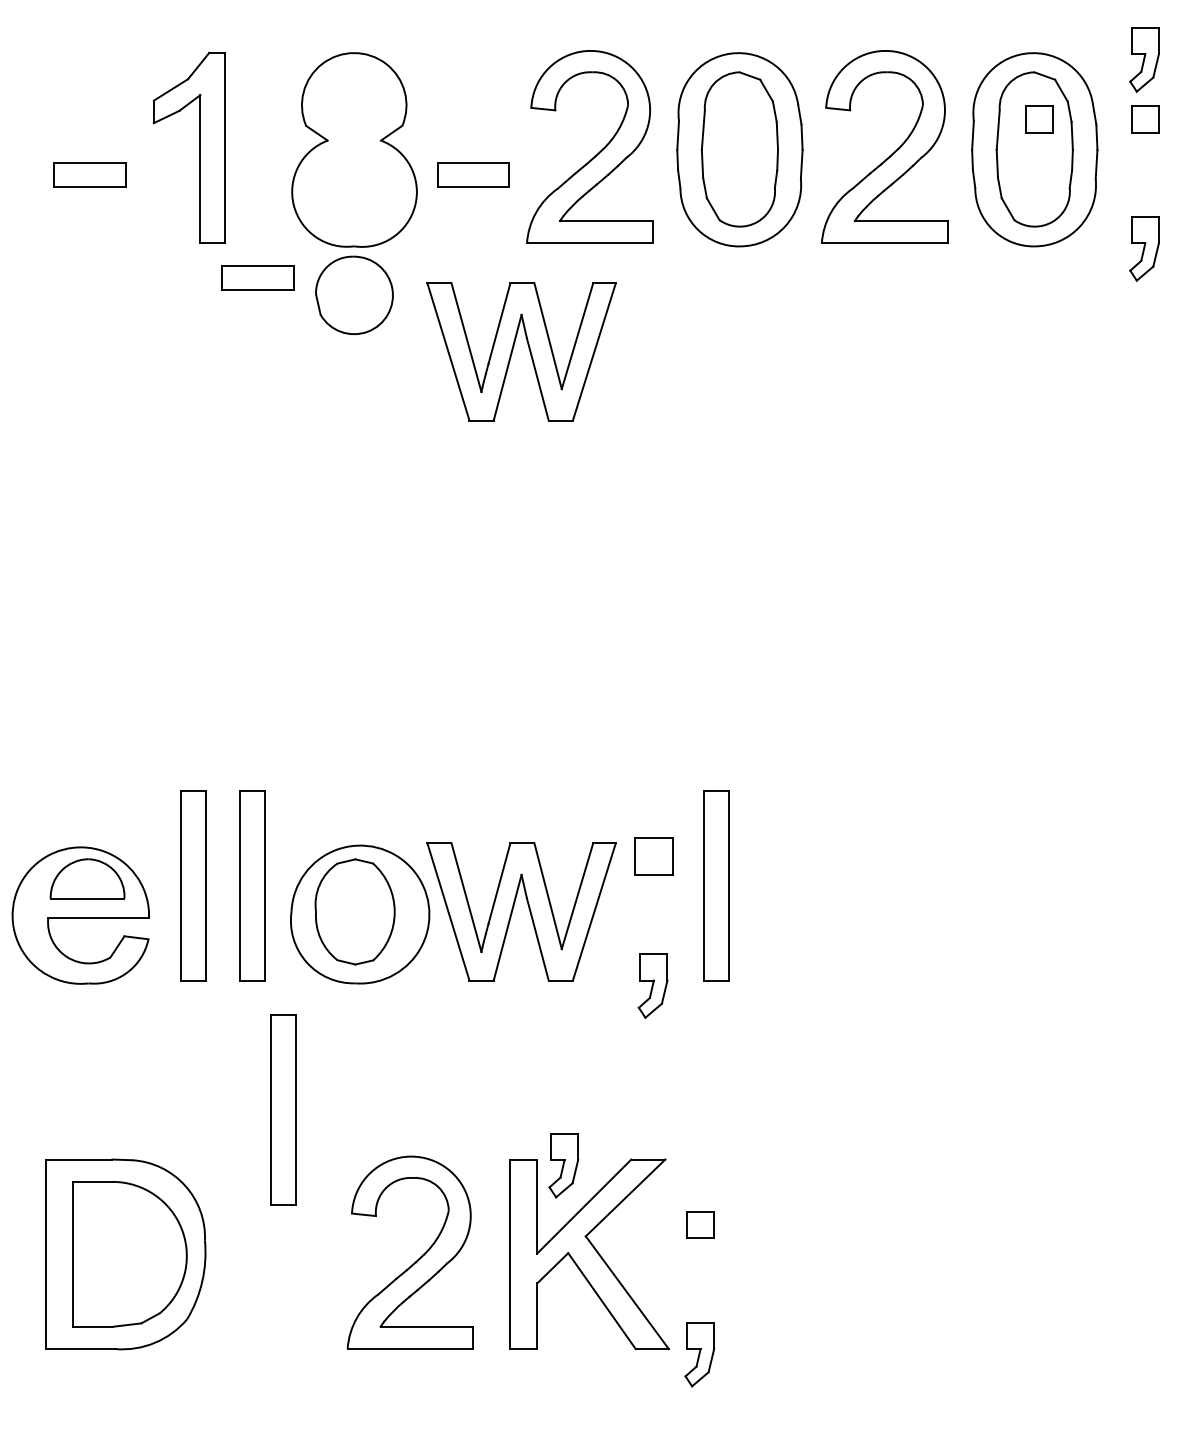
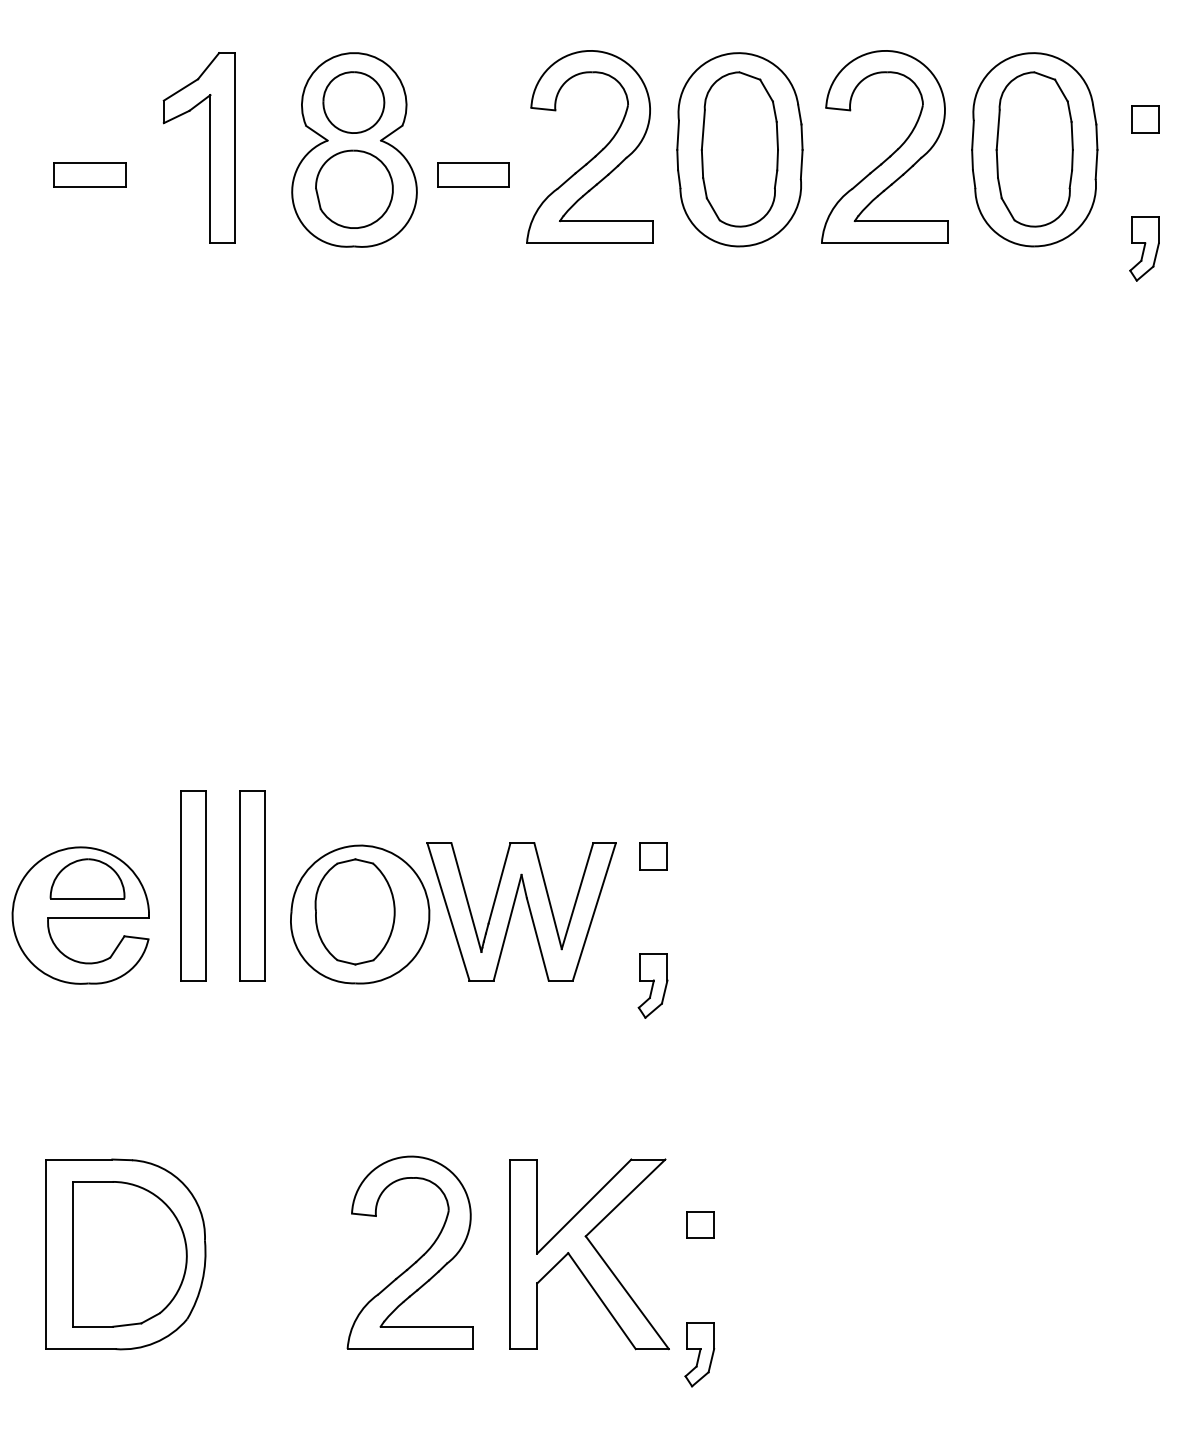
part at (1144, 59): present -> none
part at (353, 102): none -> present
part at (1039, 119): present -> none
part at (199, 147) position: (199, 147) -> (209, 147)
part at (257, 277): present -> none
part at (354, 294) position: (354, 294) -> (354, 188)
part at (528, 348): present -> none
part at (653, 856) size: 40x39 px -> 29x29 px
part at (716, 885): present -> none
part at (283, 1109): present -> none
part at (563, 1165): present -> none
